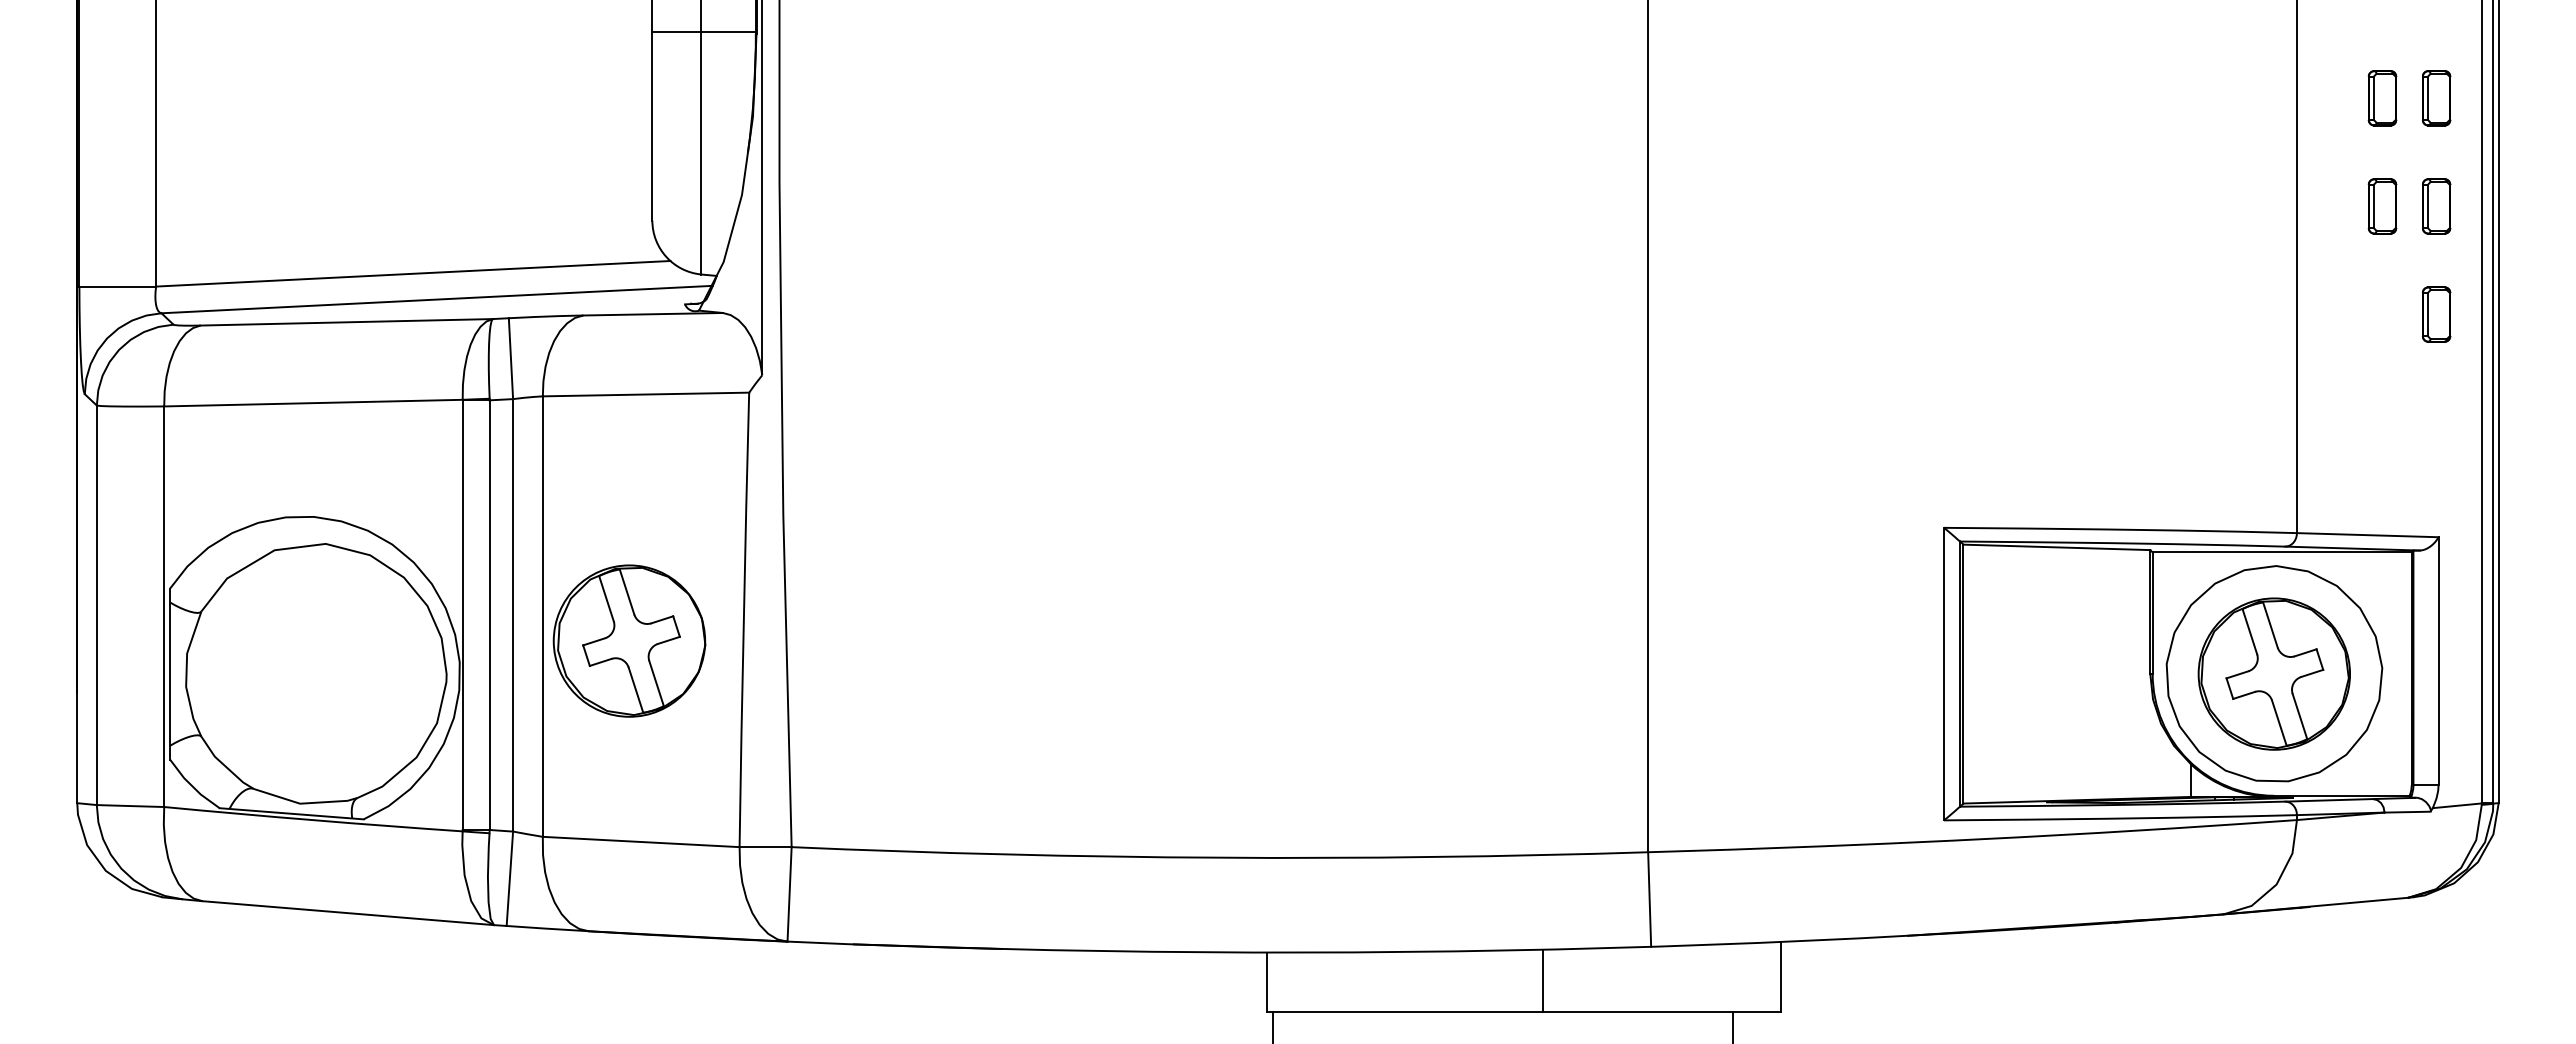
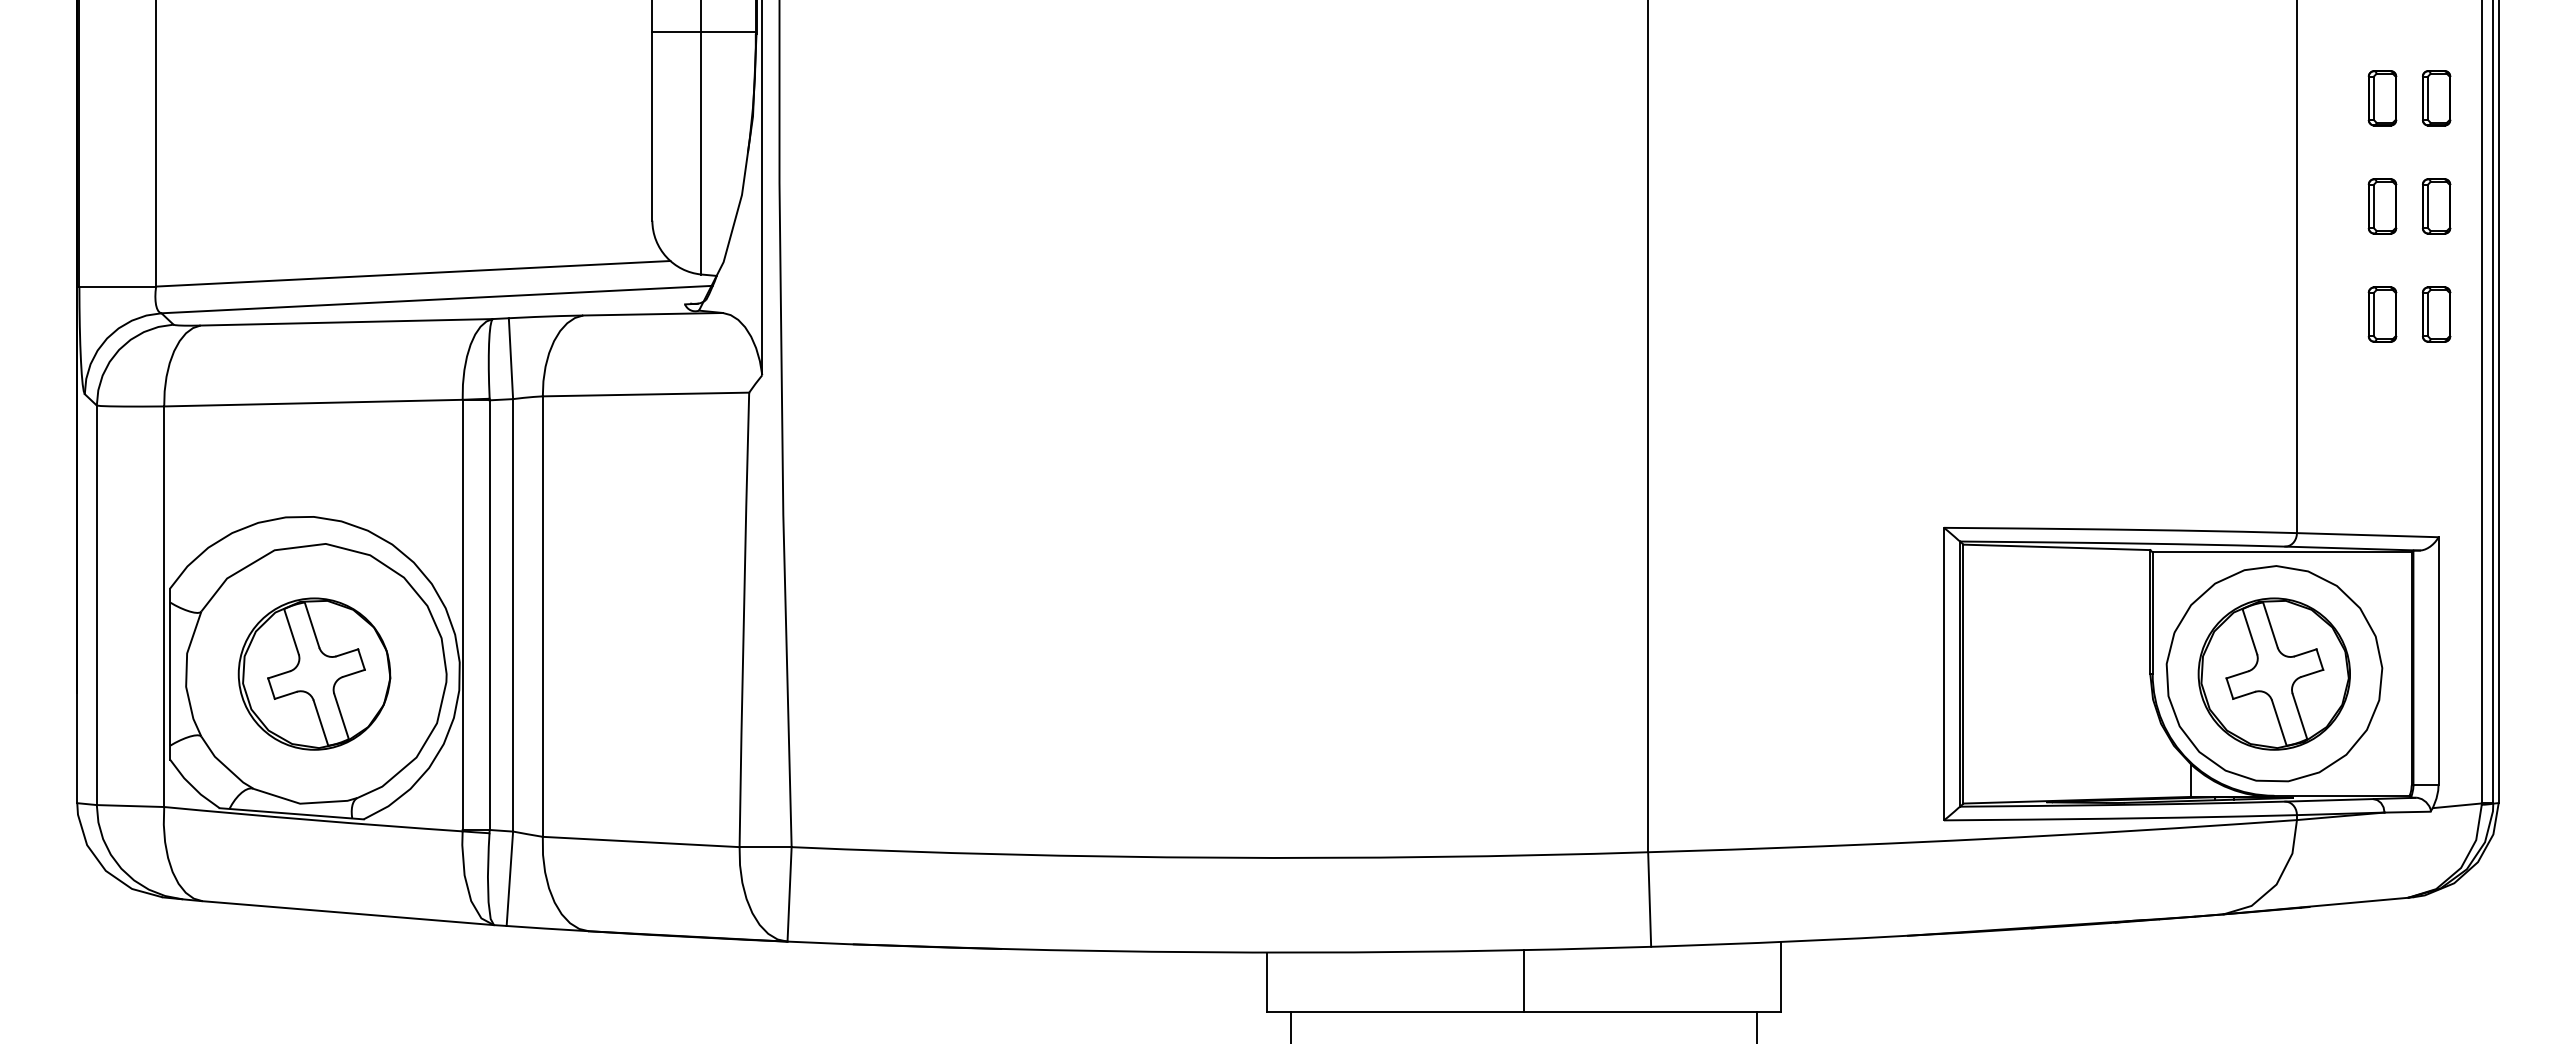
part at (2382, 314): none -> present
part at (629, 640) position: (629, 640) -> (314, 673)
line at (1543, 981) position: (1543, 981) -> (1524, 981)
line at (1273, 1026) position: (1273, 1026) -> (1291, 1026)
line at (1733, 1026) position: (1733, 1026) -> (1757, 1026)
